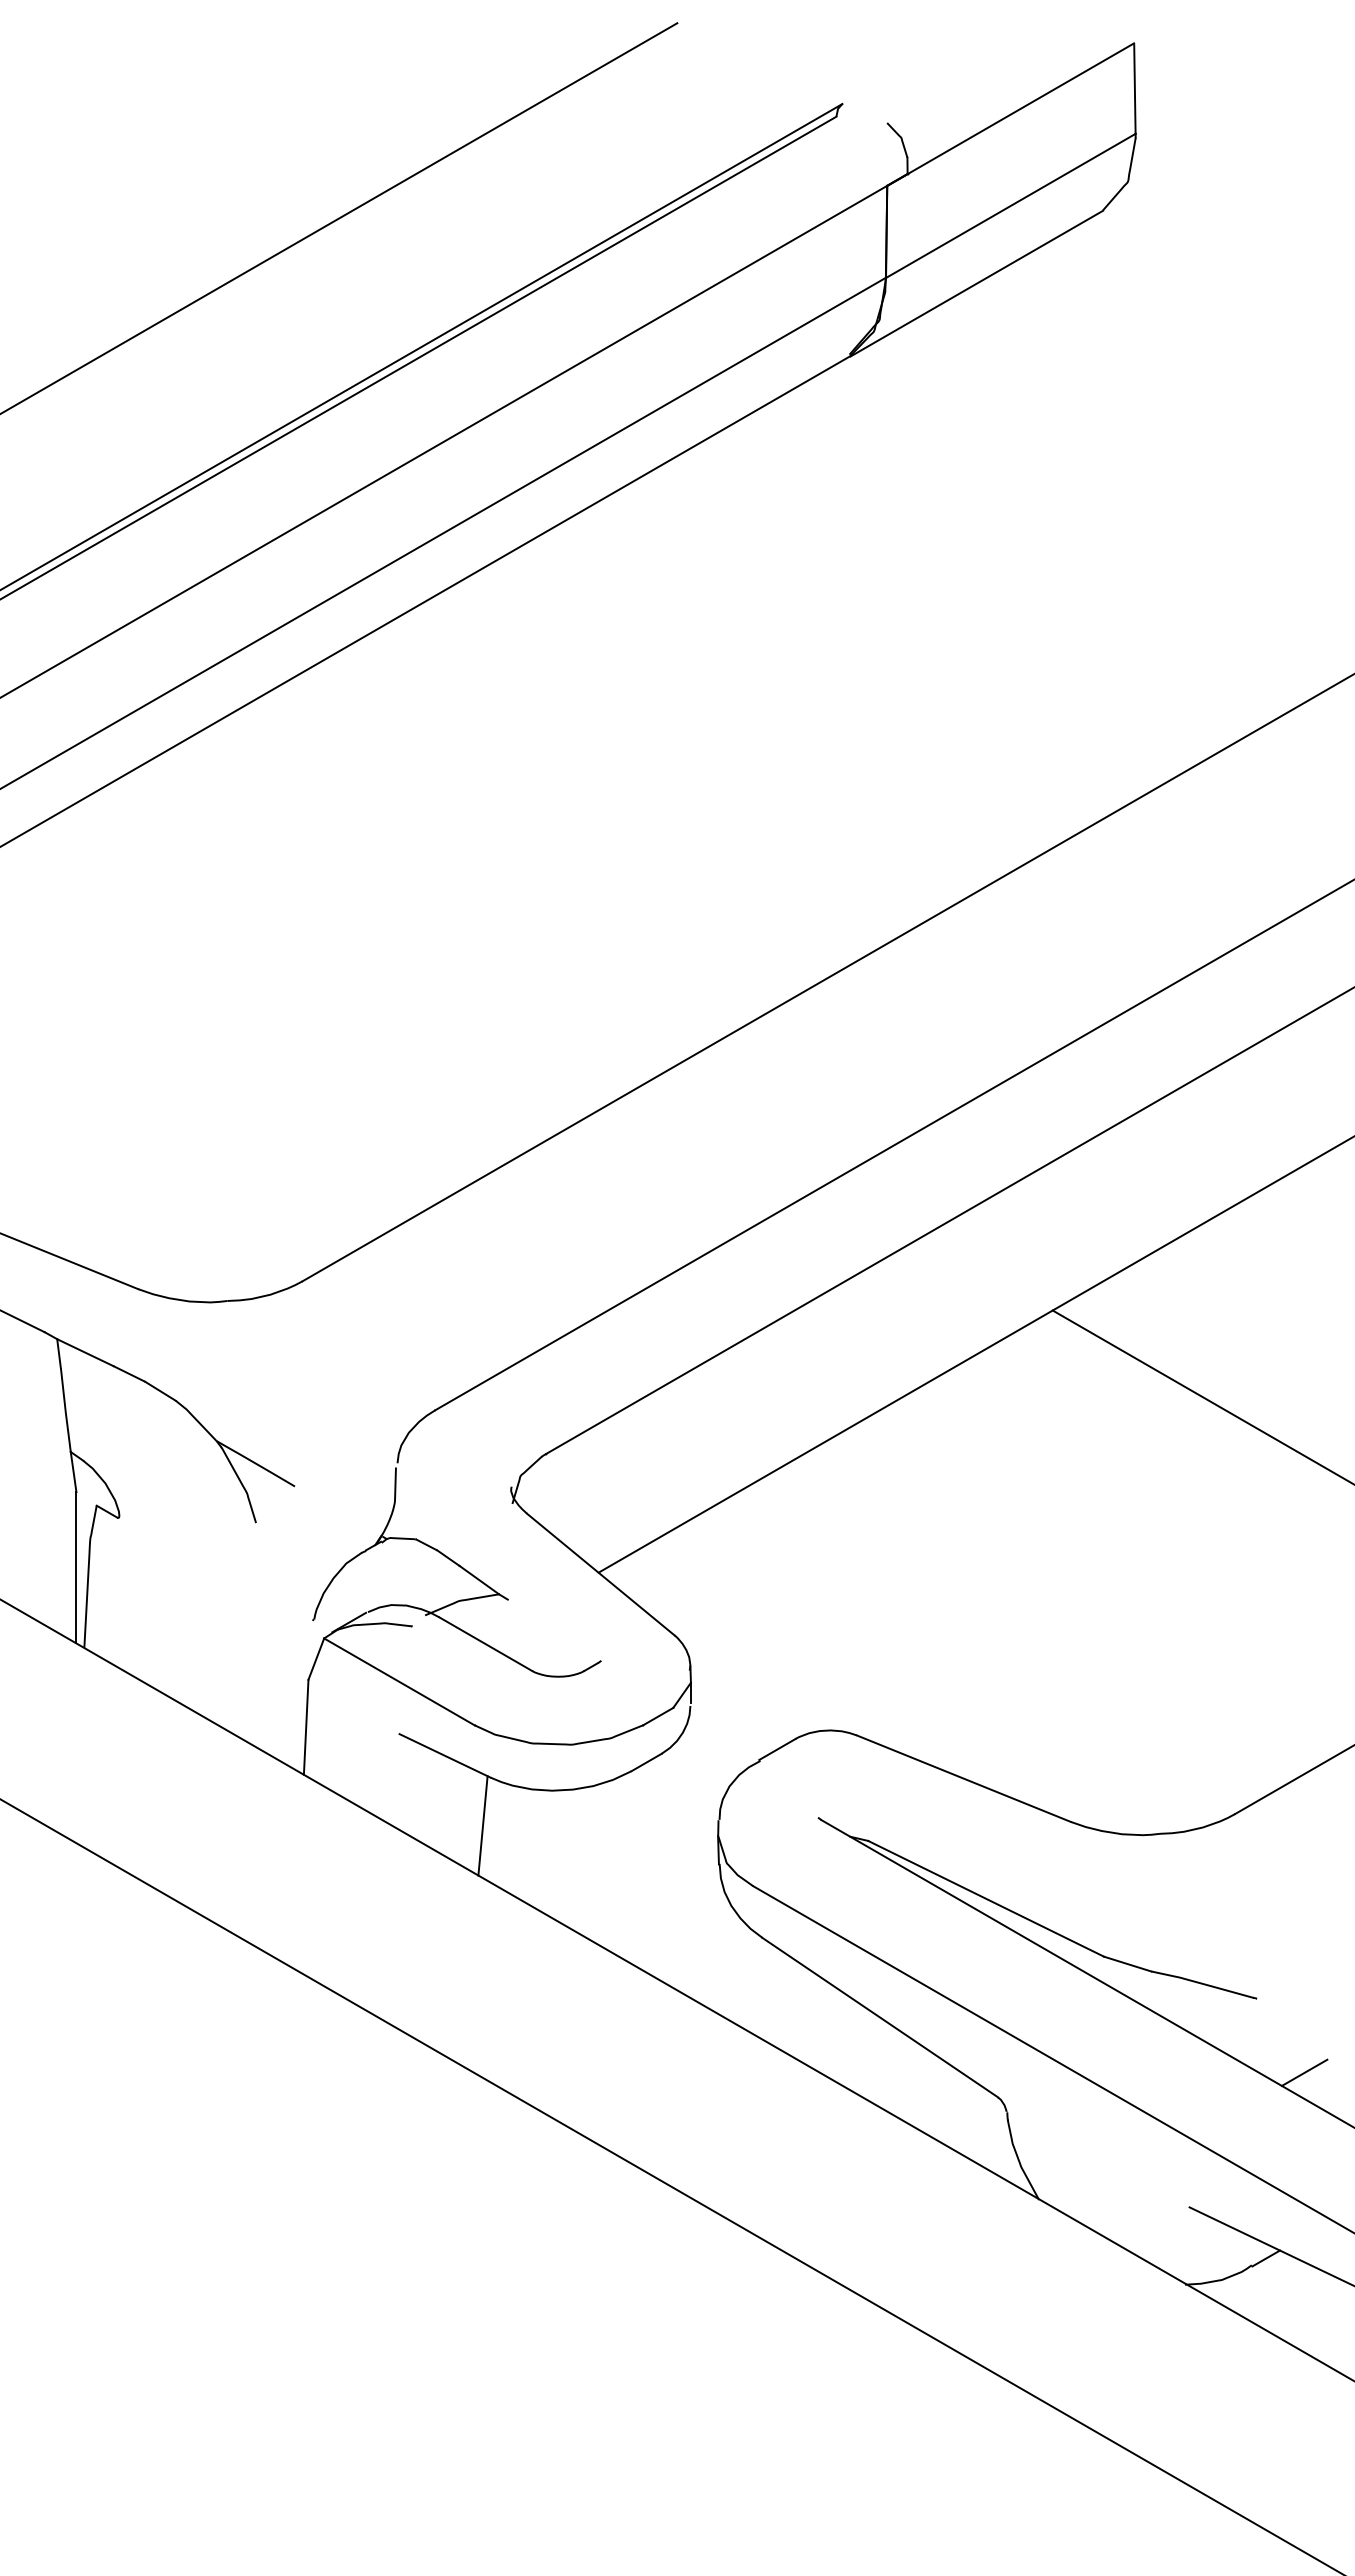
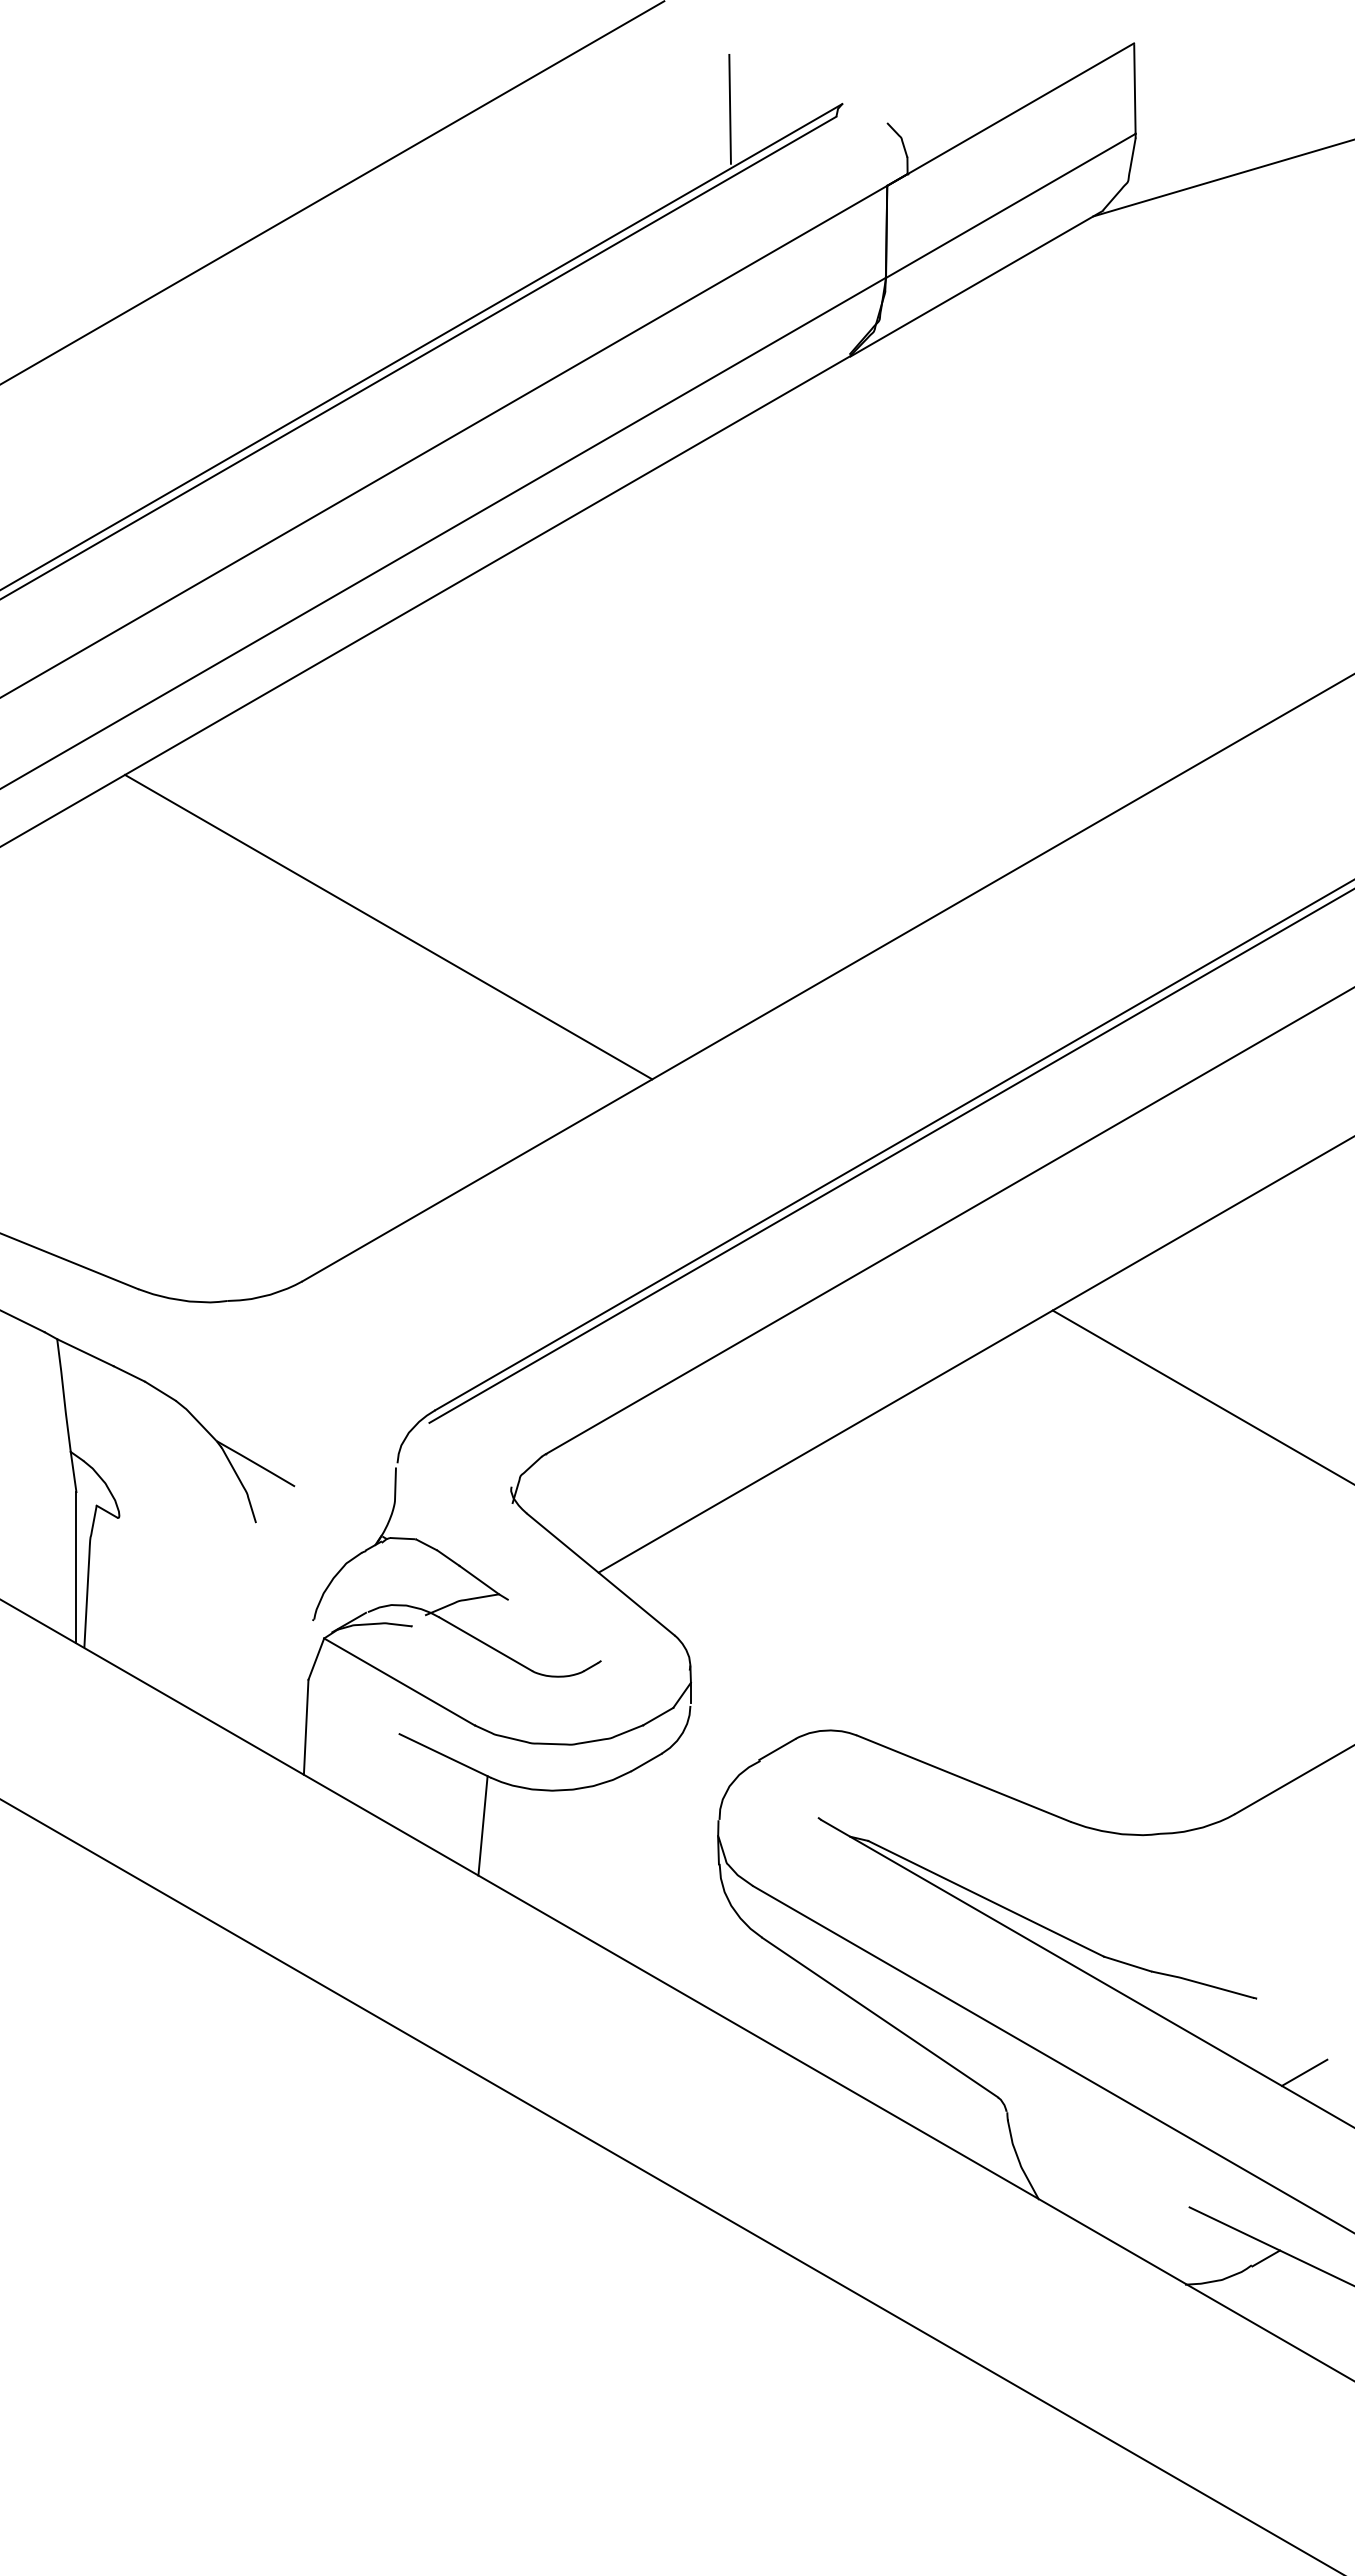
line at (729, 108): none -> present
line at (1222, 178): none -> present
line at (339, 217) position: (339, 217) -> (332, 192)
line at (388, 926): none -> present
line at (890, 1156): none -> present
